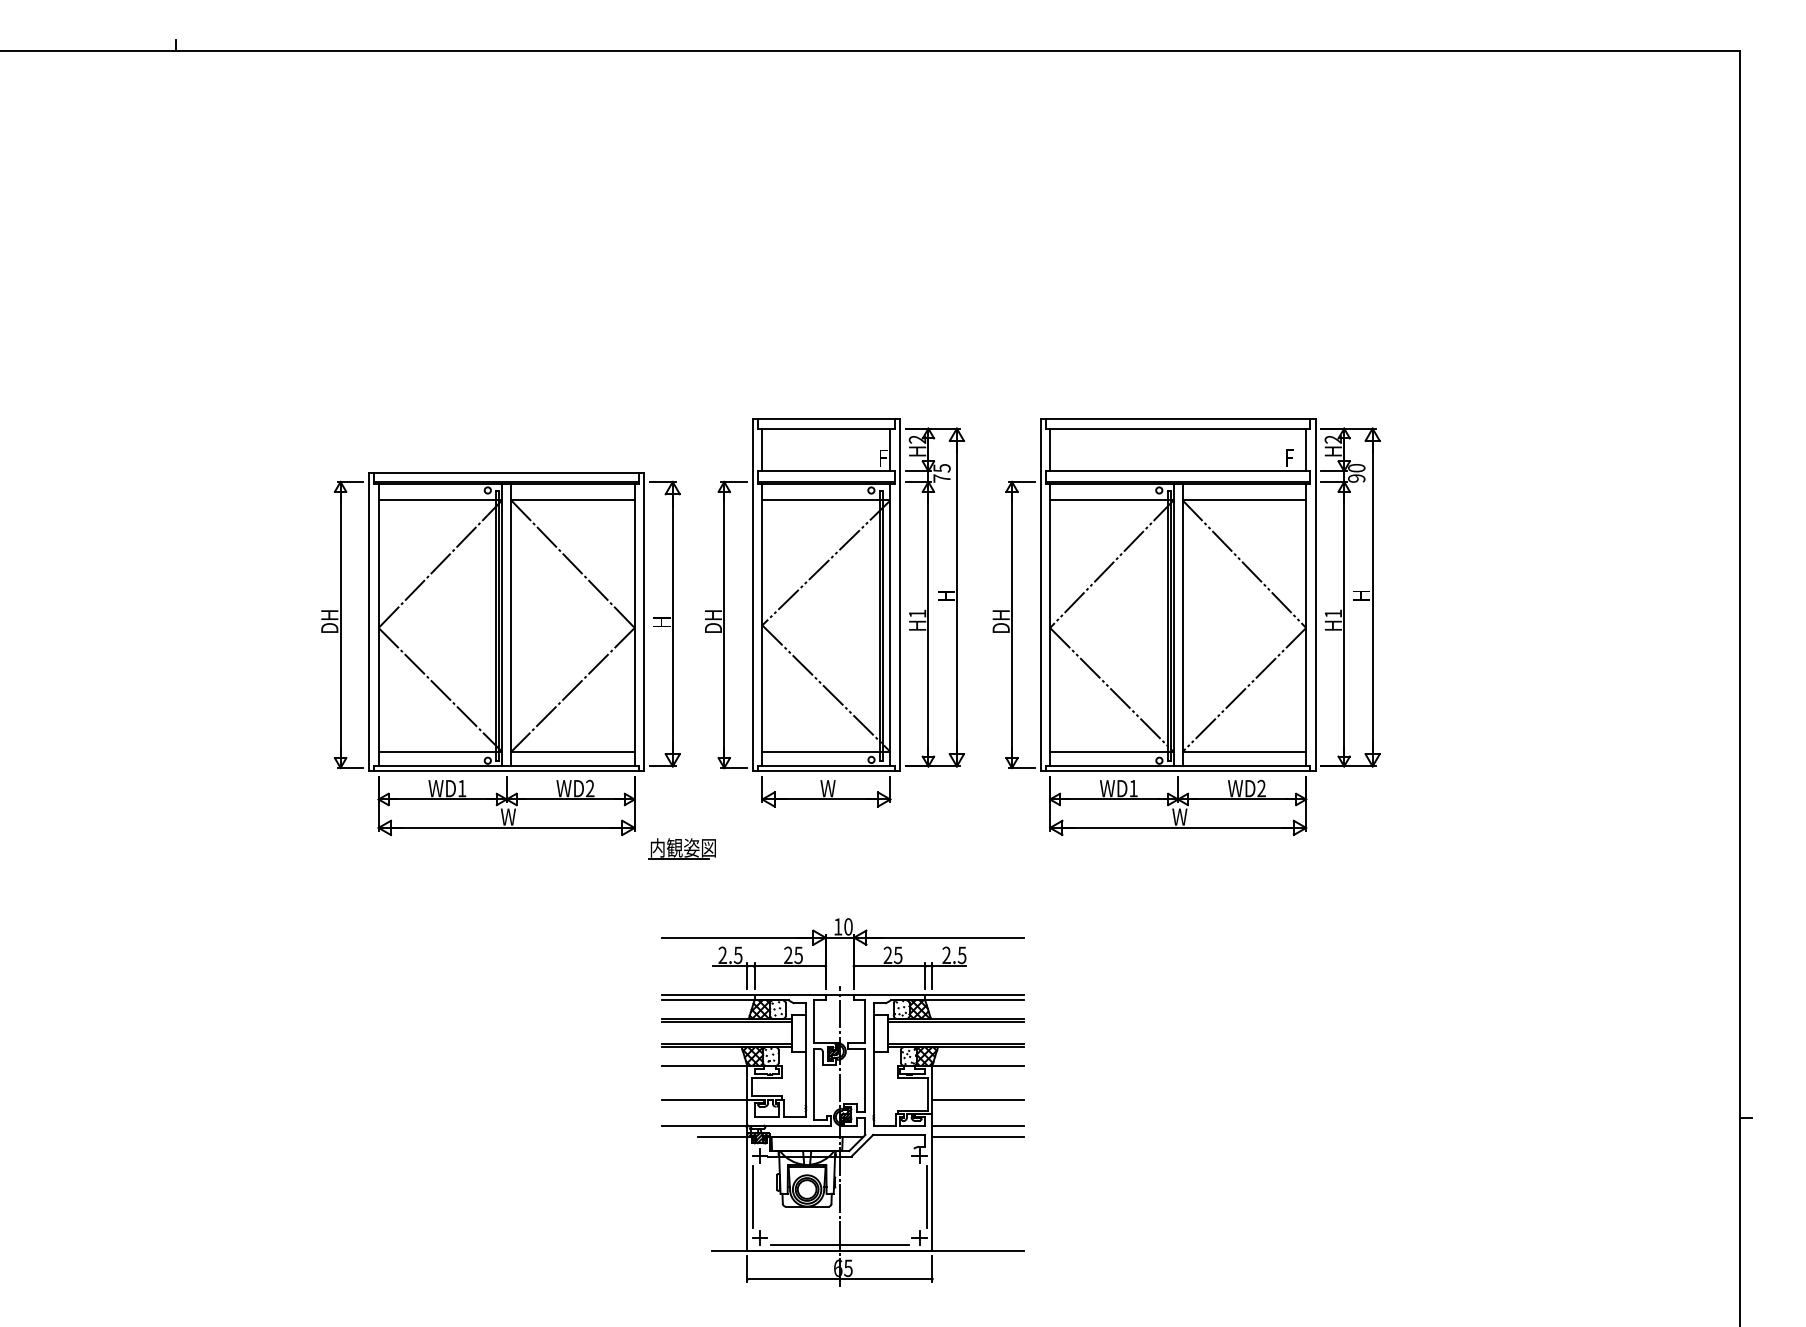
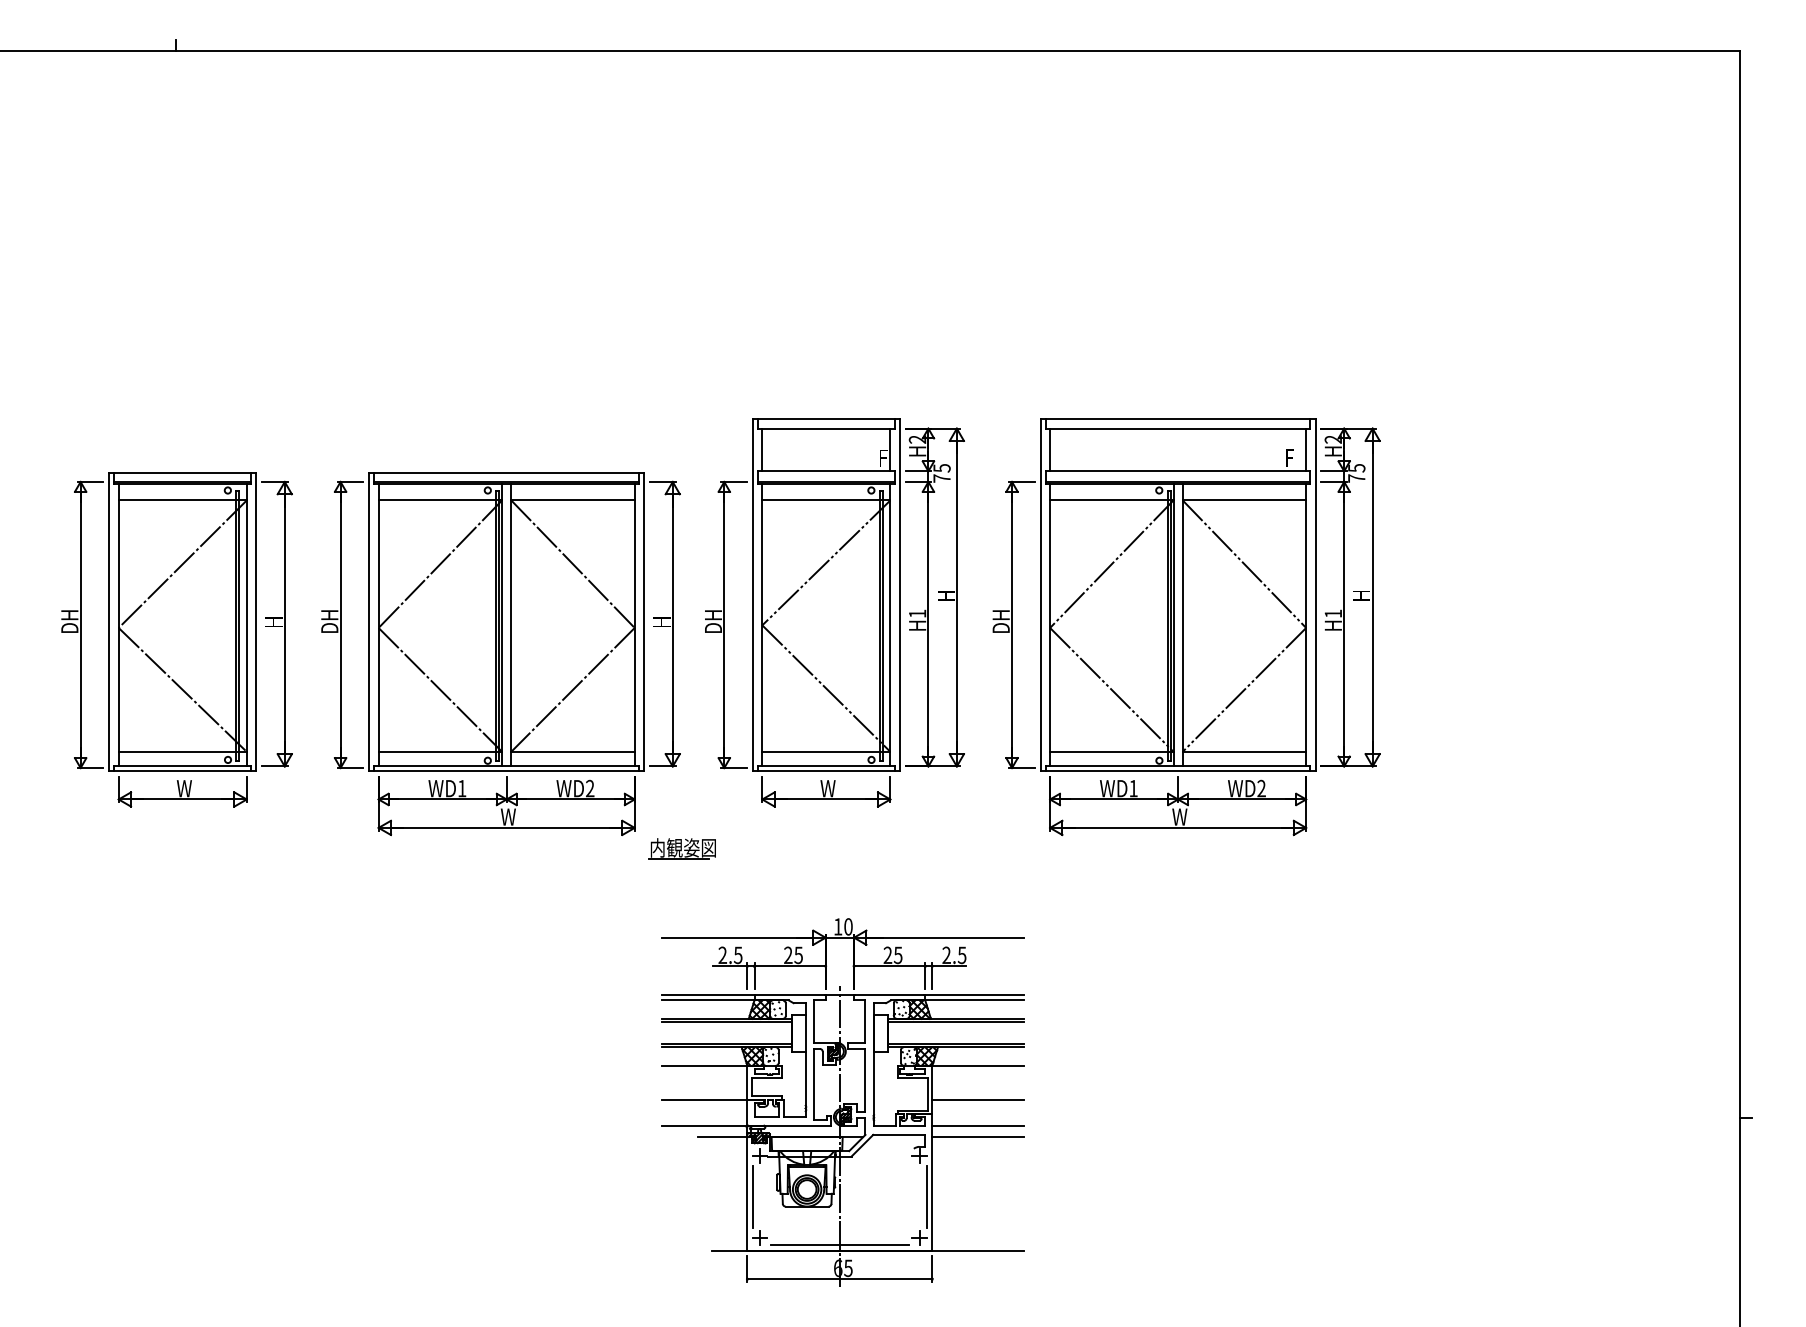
text at (1356, 473): 90 -> 75
part at (176, 639): none -> present
